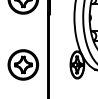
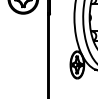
part at (23, 64): present -> none
